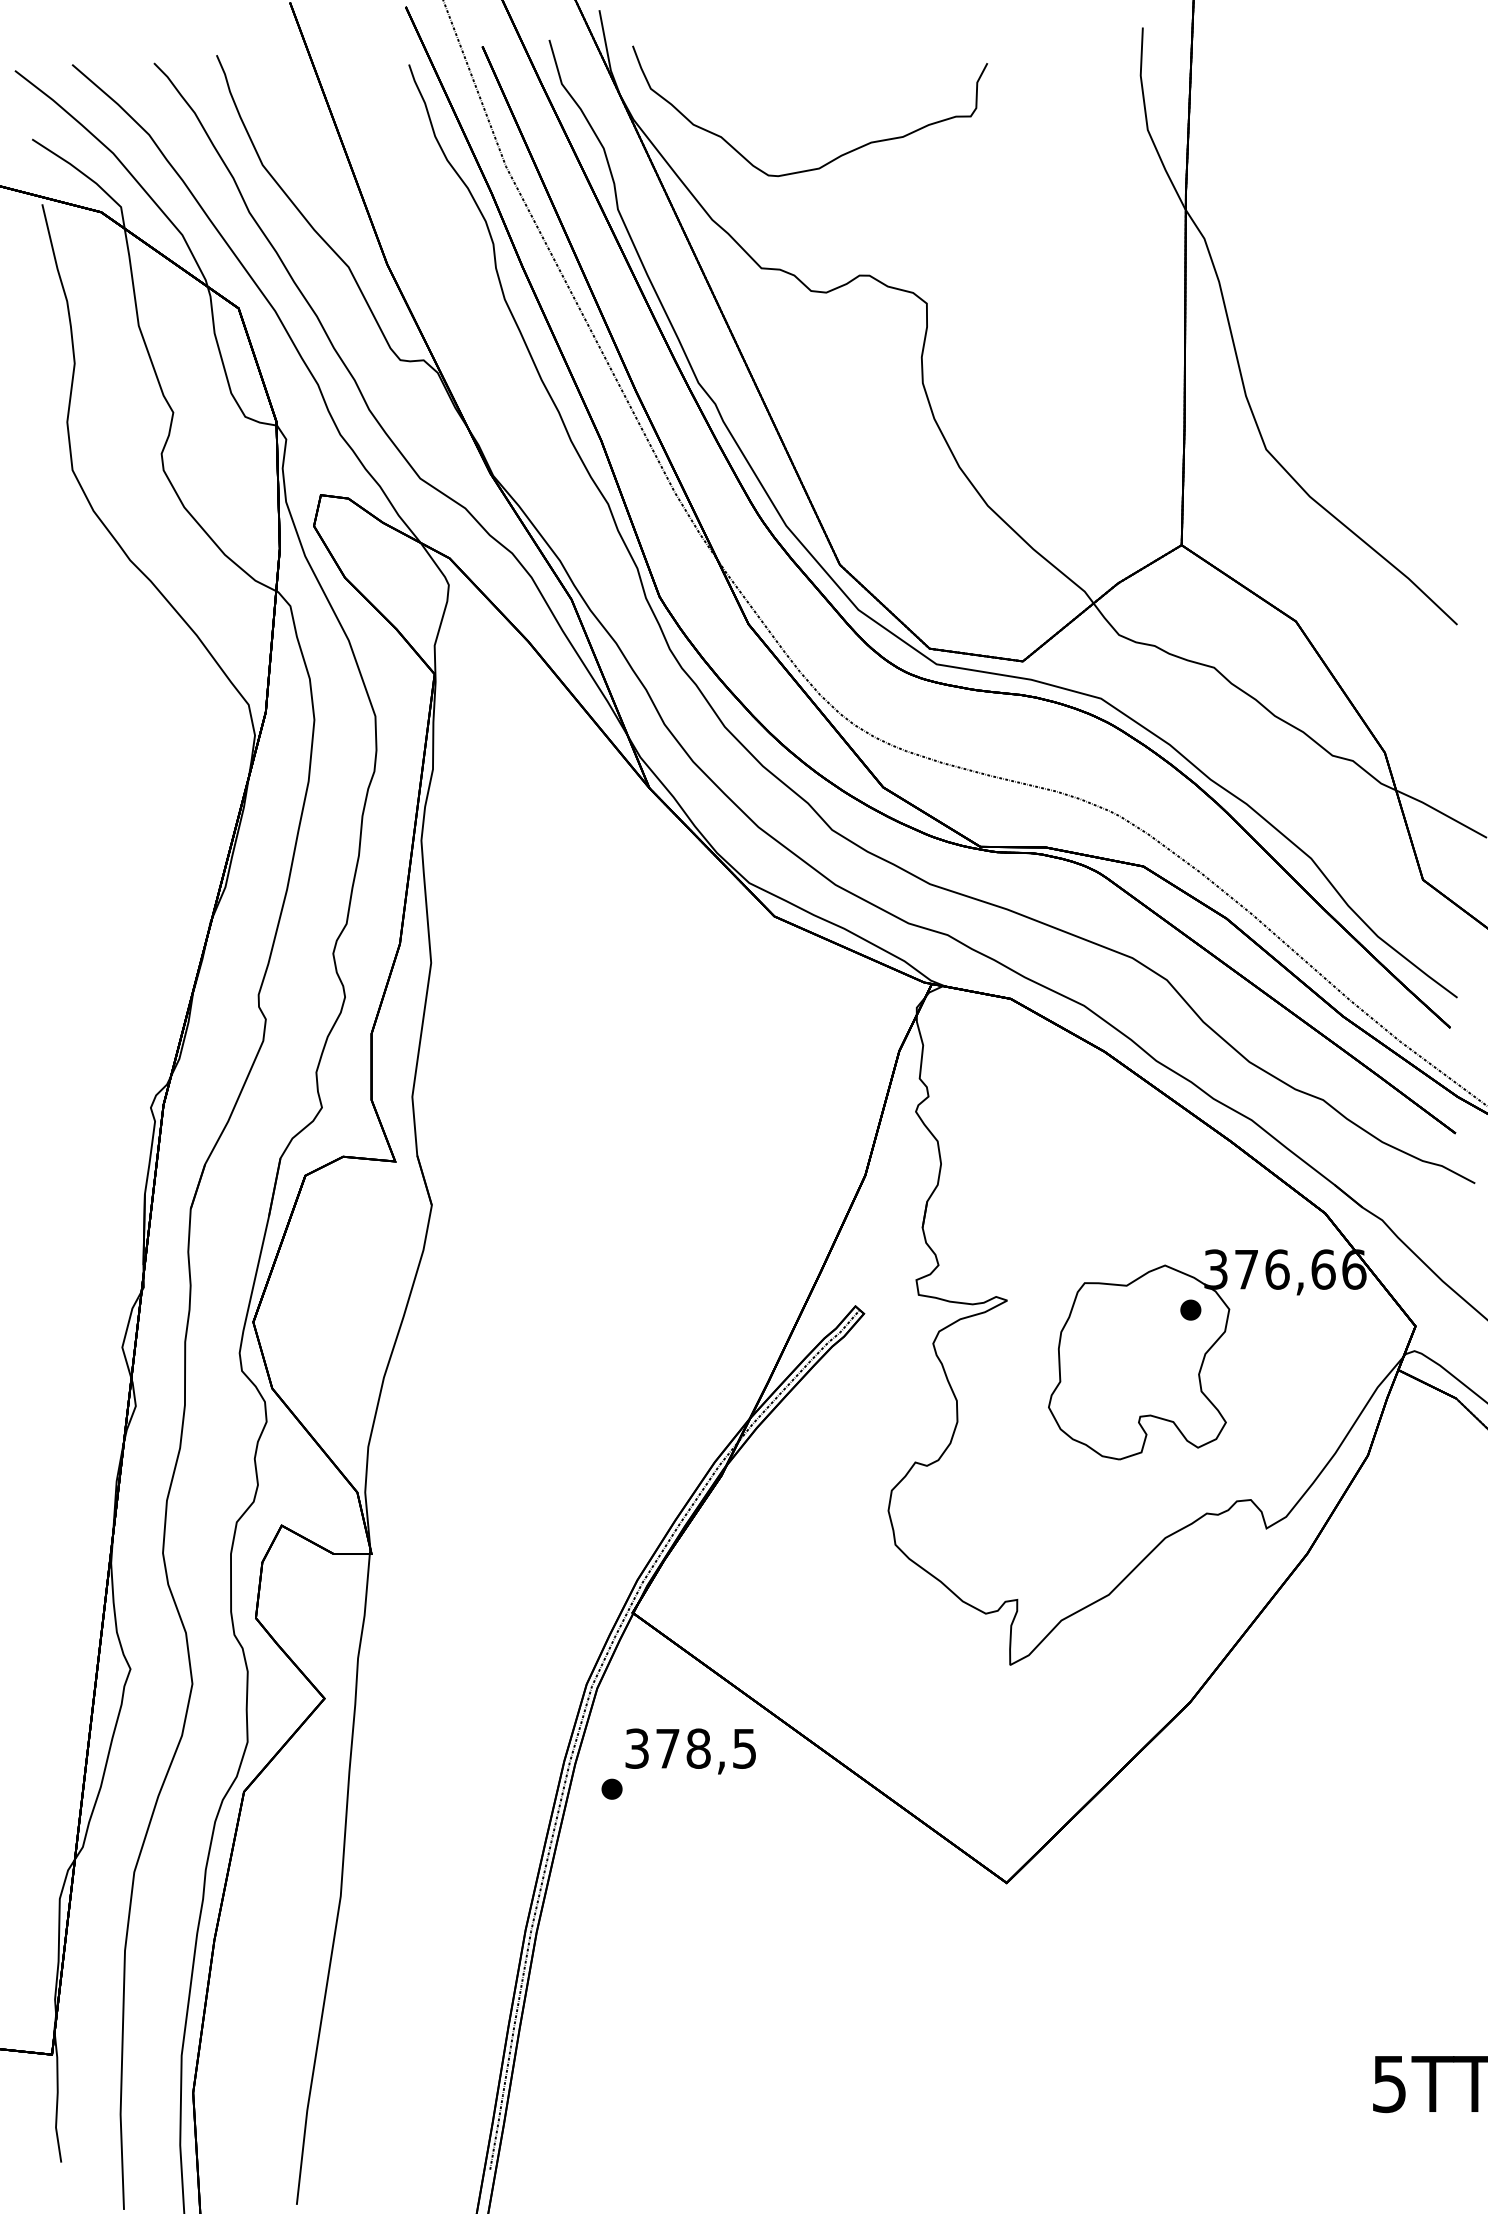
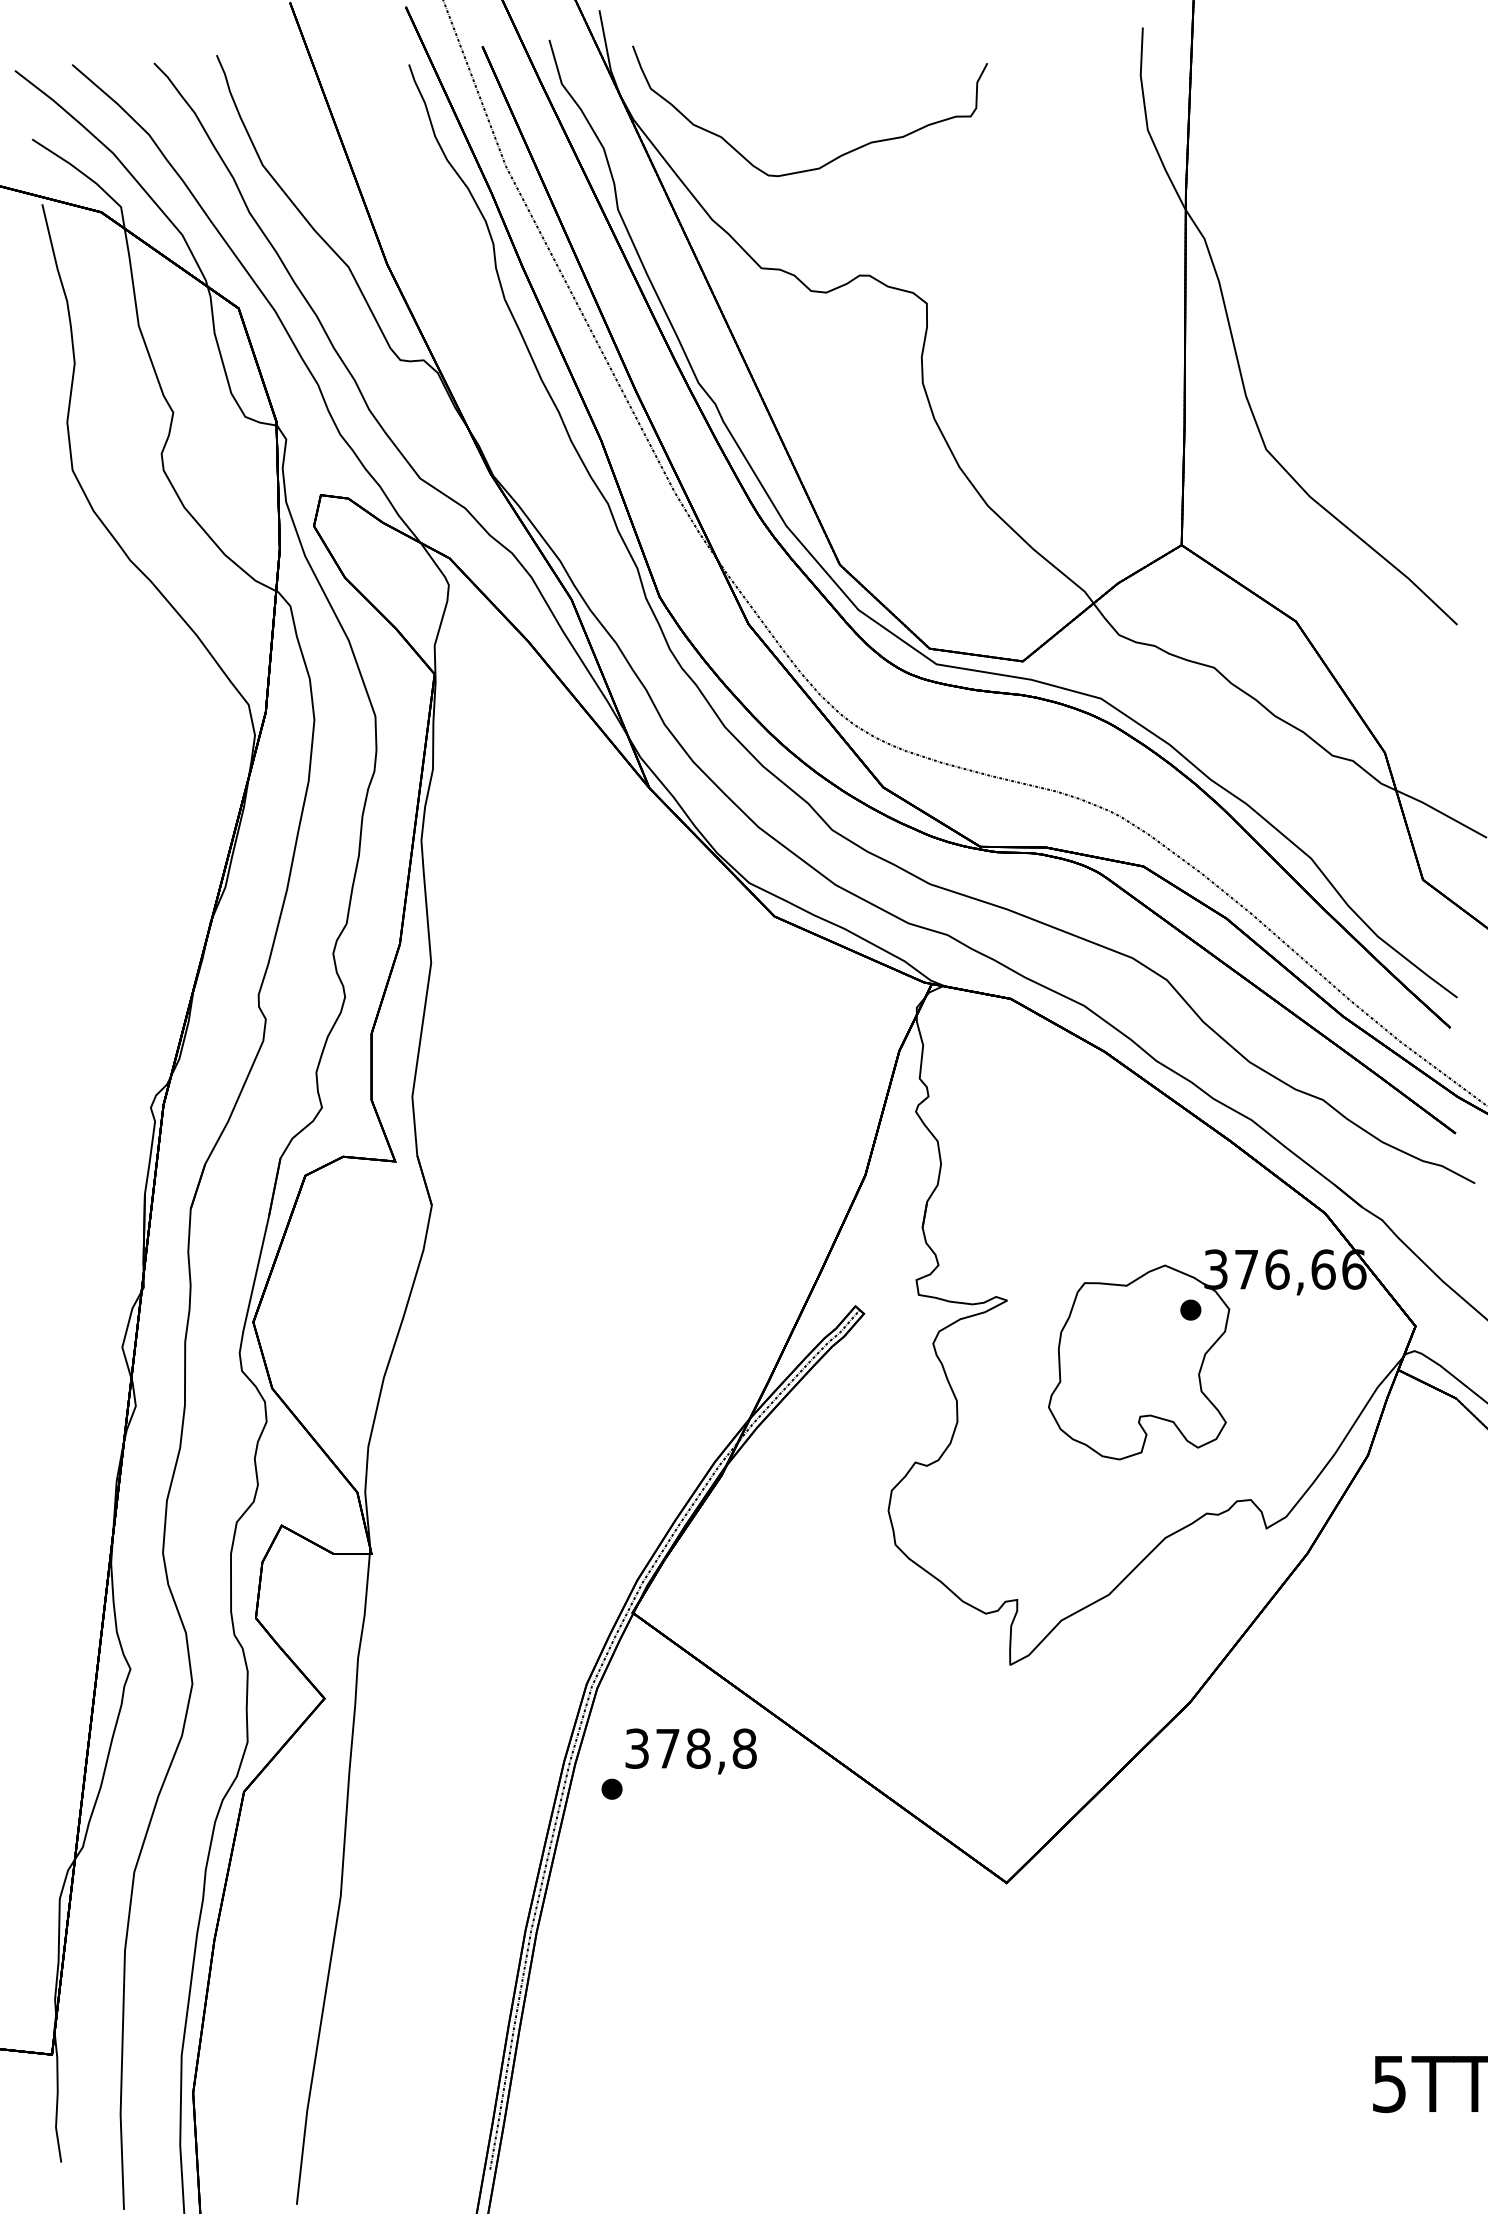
text at (744, 1748): 378,5 -> 378,8
